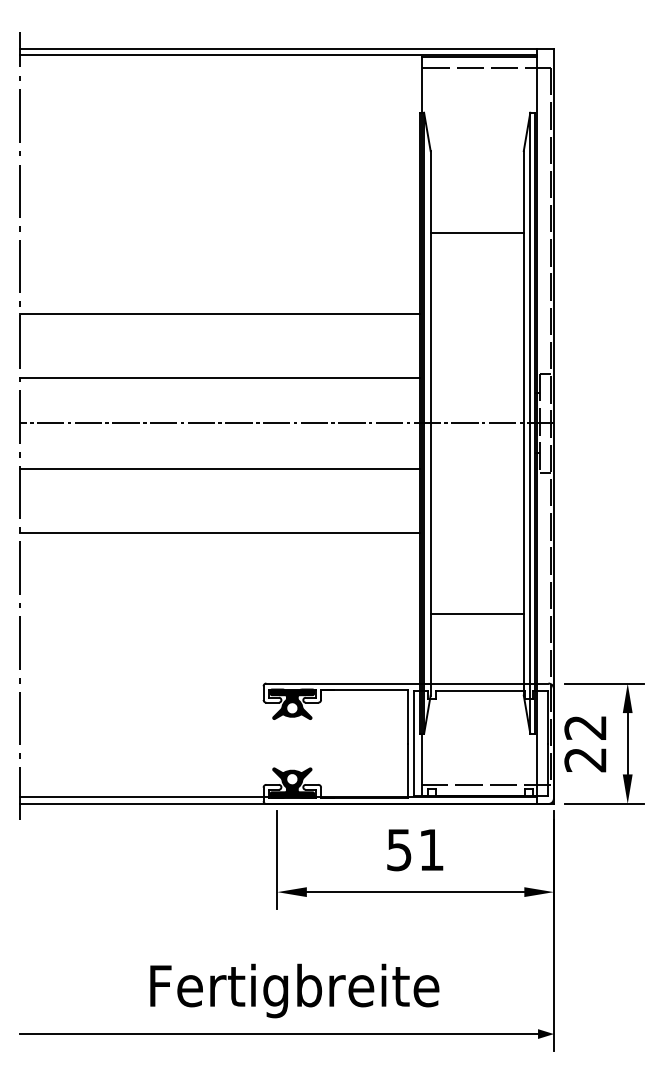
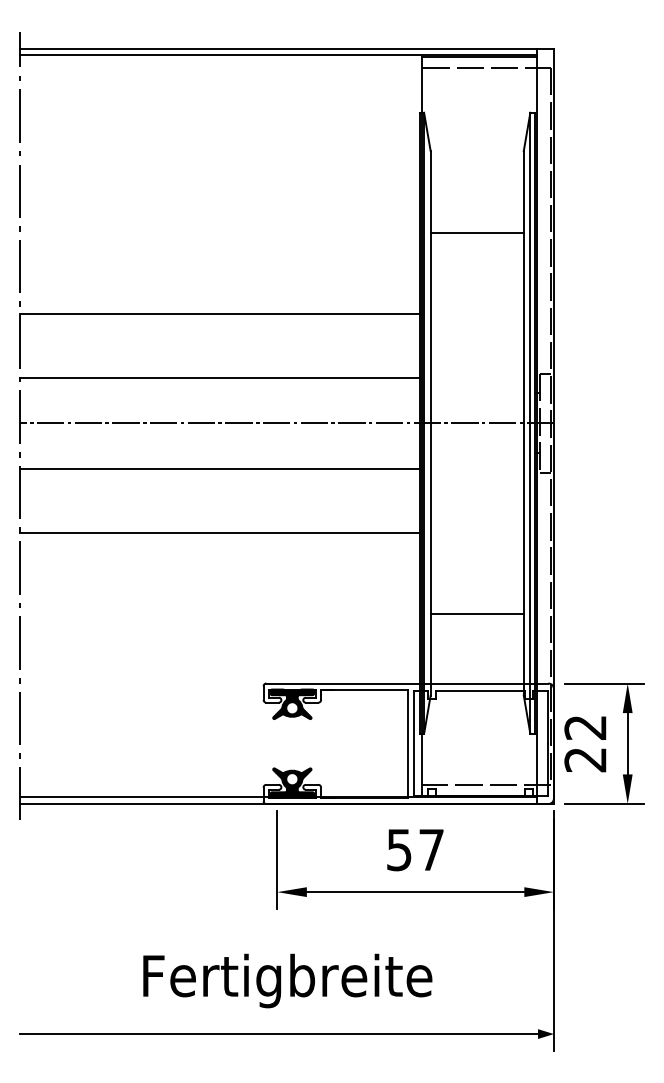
text at (431, 849): 51 -> 57
text at (294, 990) position: (294, 990) -> (287, 980)
